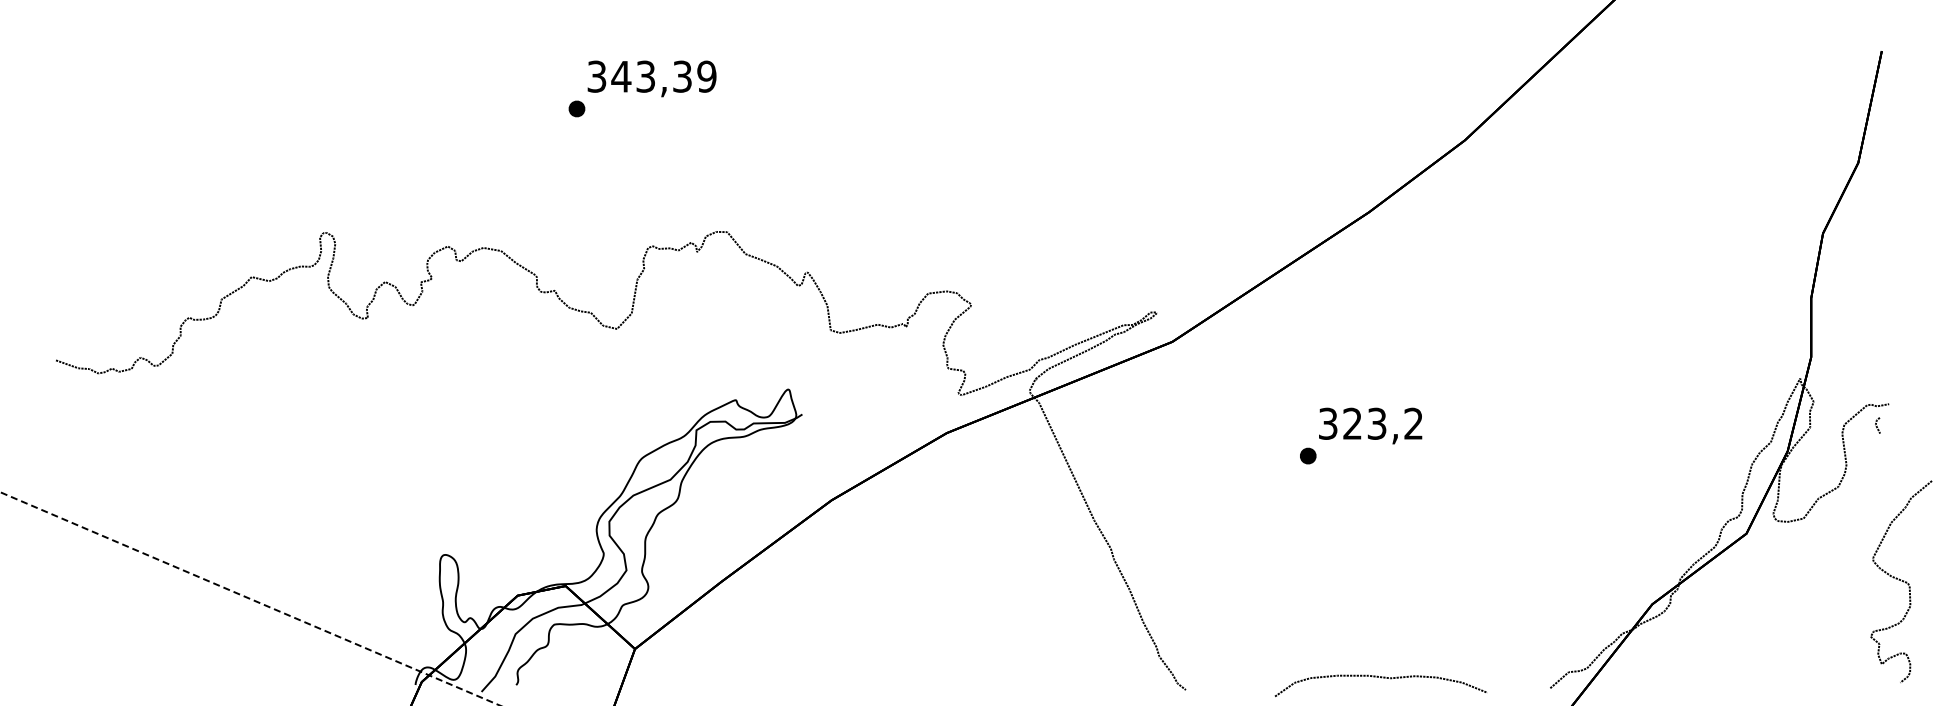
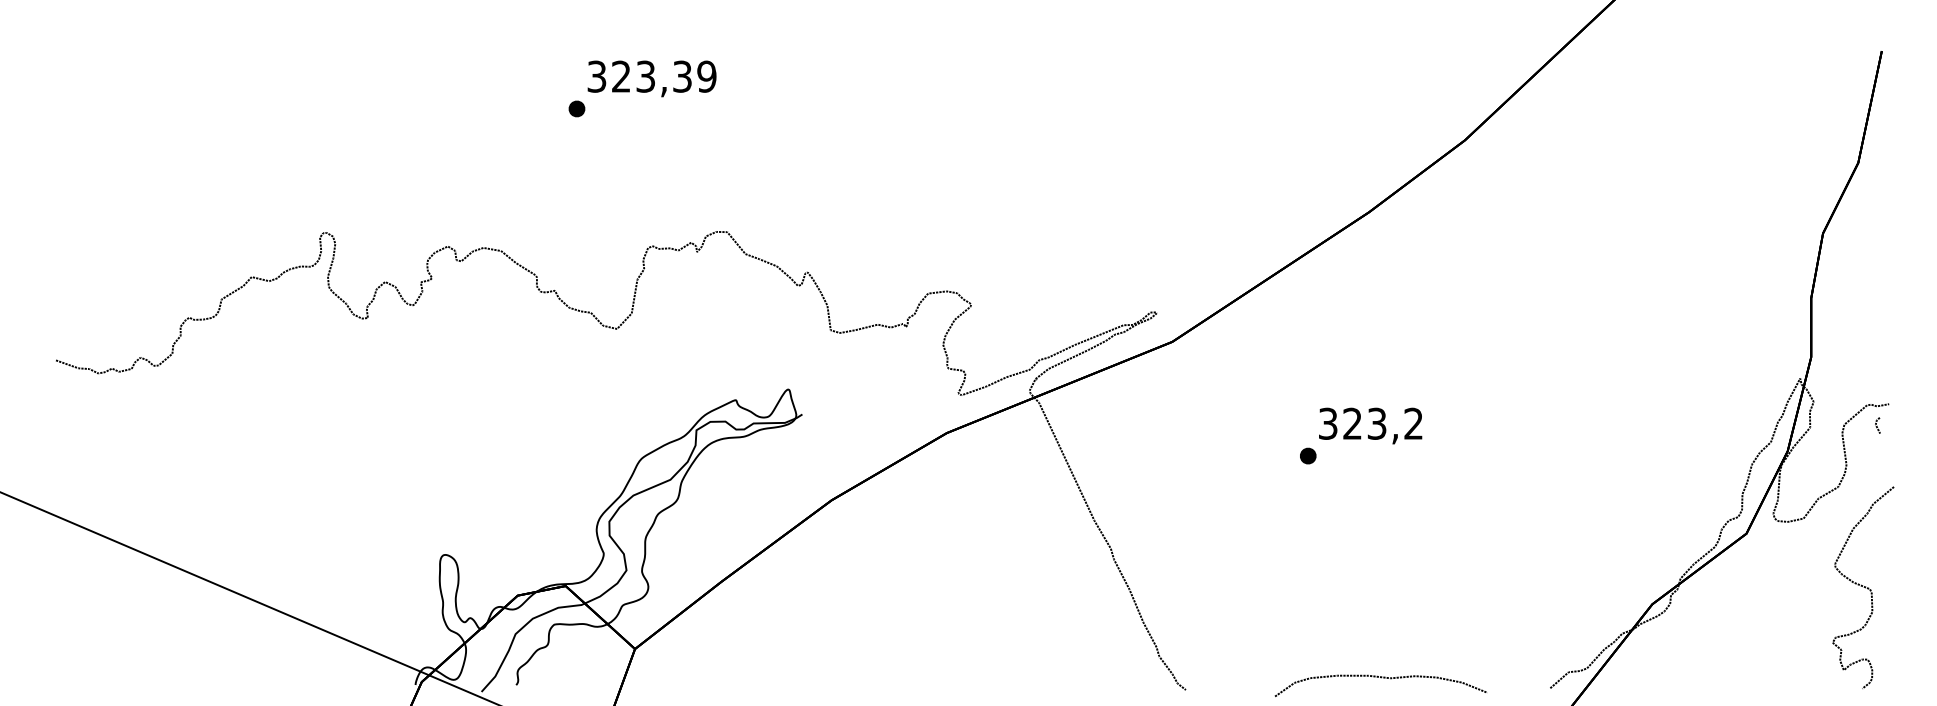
text at (621, 76): 343,39 -> 323,39
curve at (1901, 581) position: (1901, 581) -> (1863, 587)
line at (250, 599): dashed -> solid
